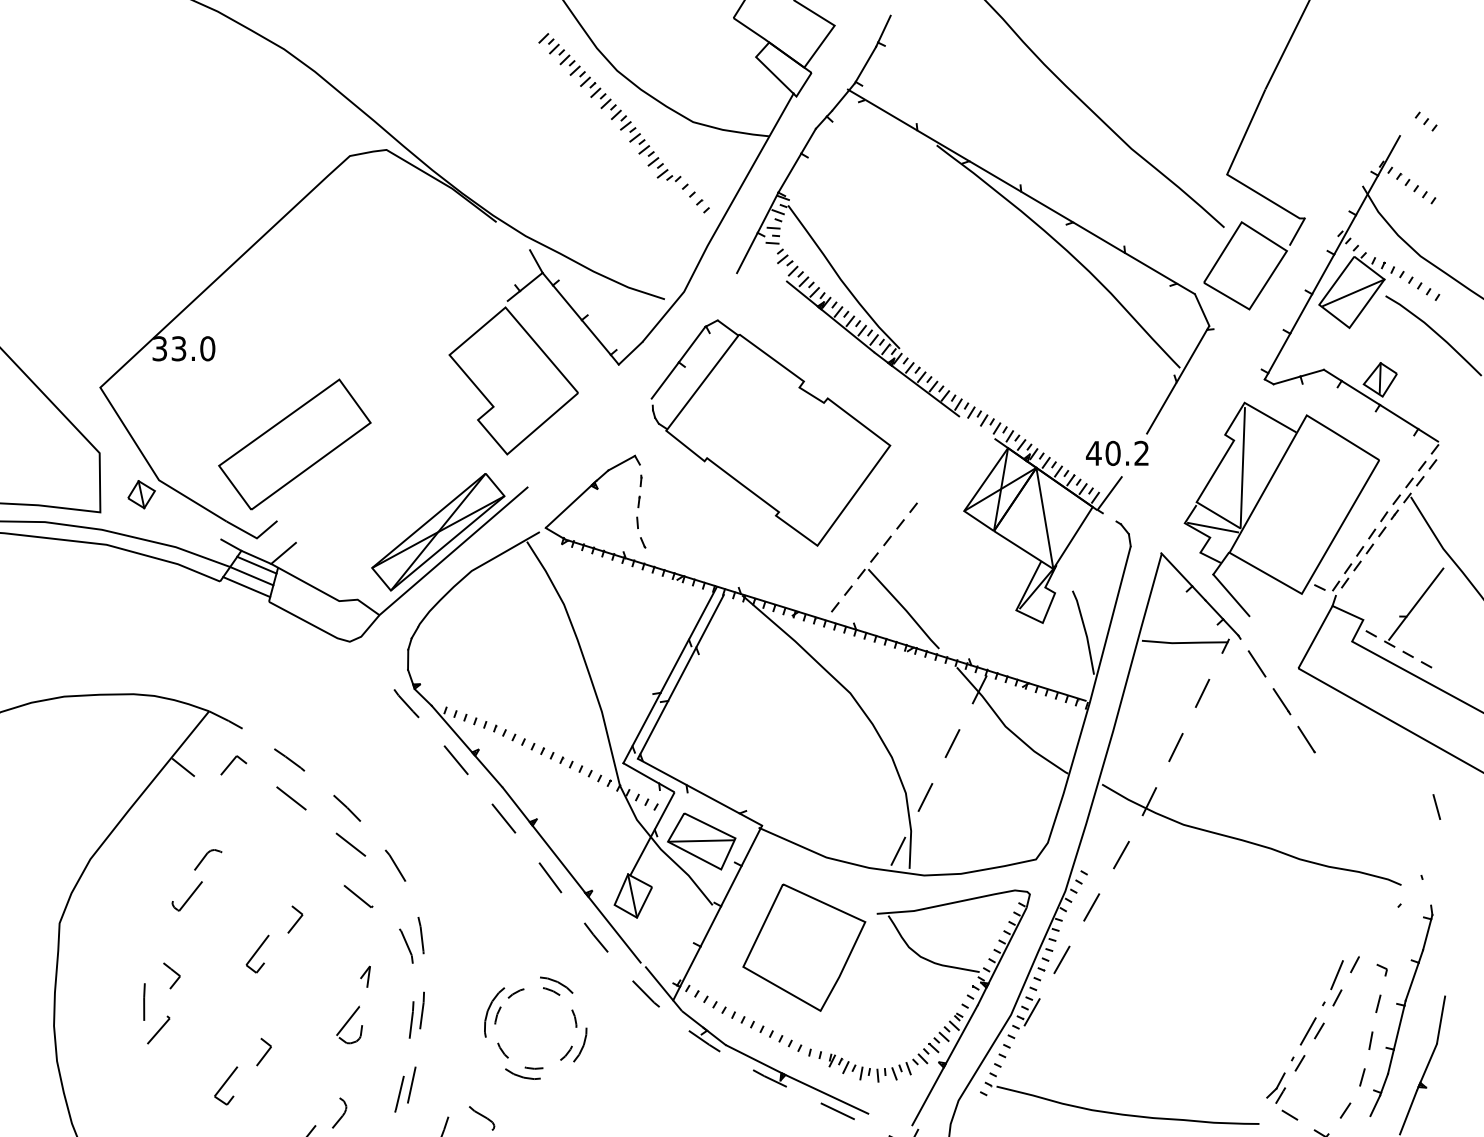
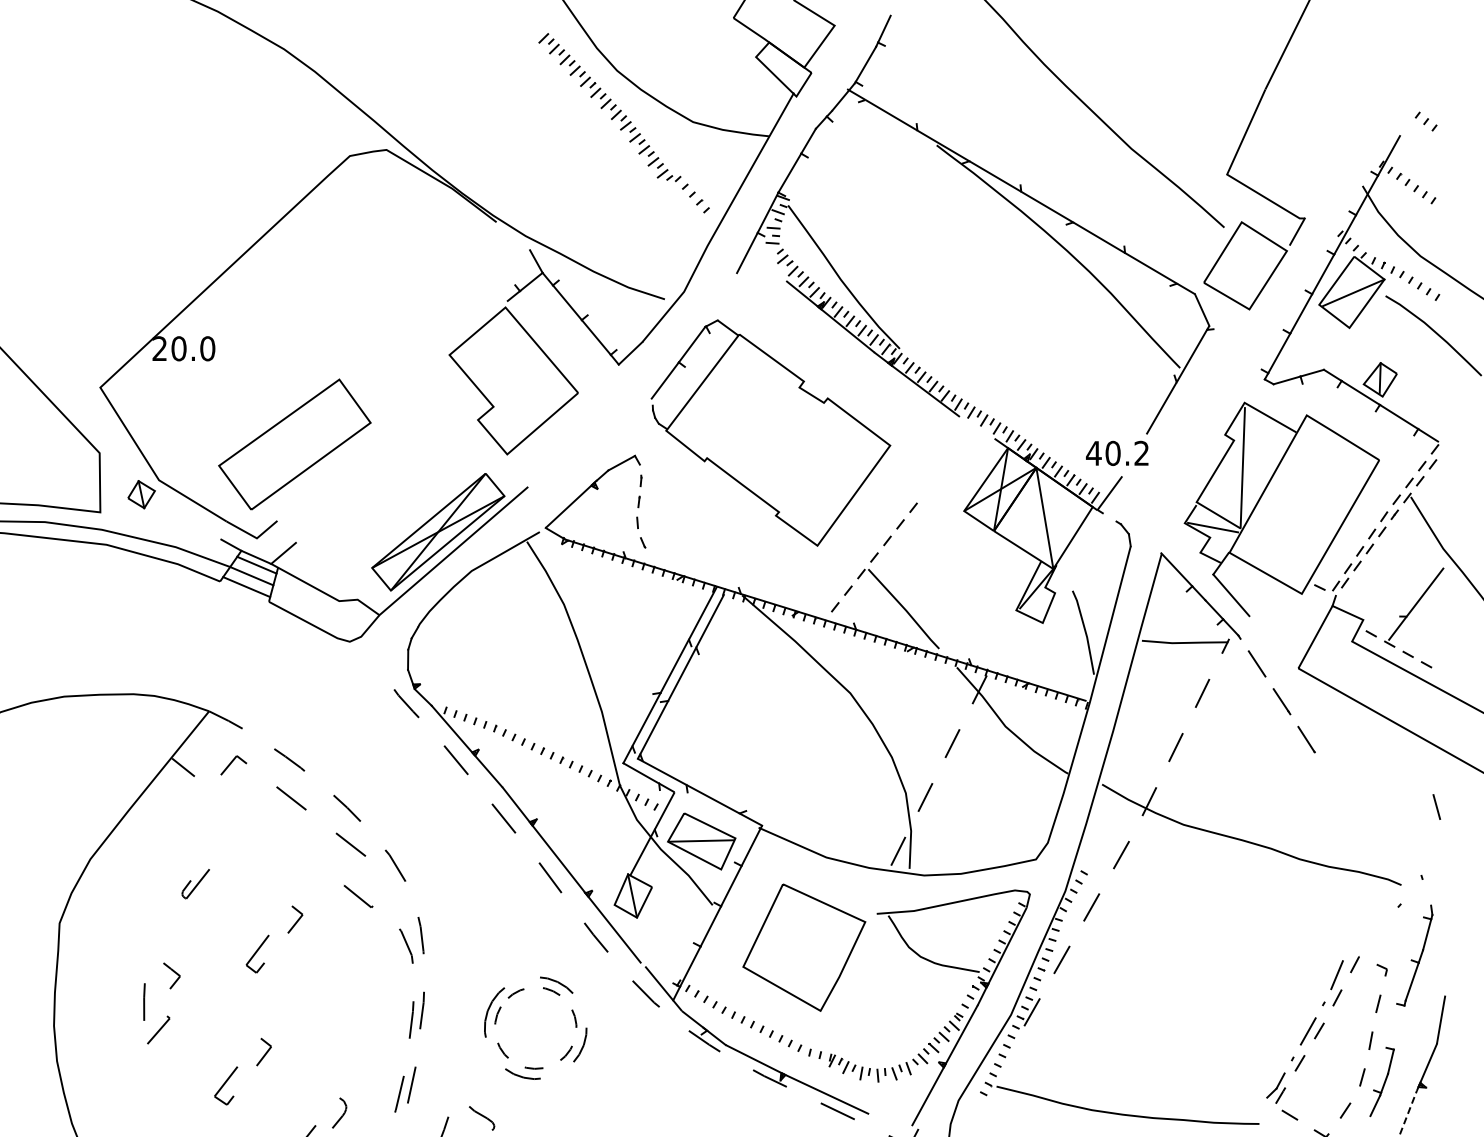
text at (169, 348): 33.0 -> 20.0
part at (196, 880) size: 52x63 px -> 29x31 px
part at (353, 1004): present -> none
line at (1398, 1027): present -> none
line at (1408, 1112): solid -> dashed
